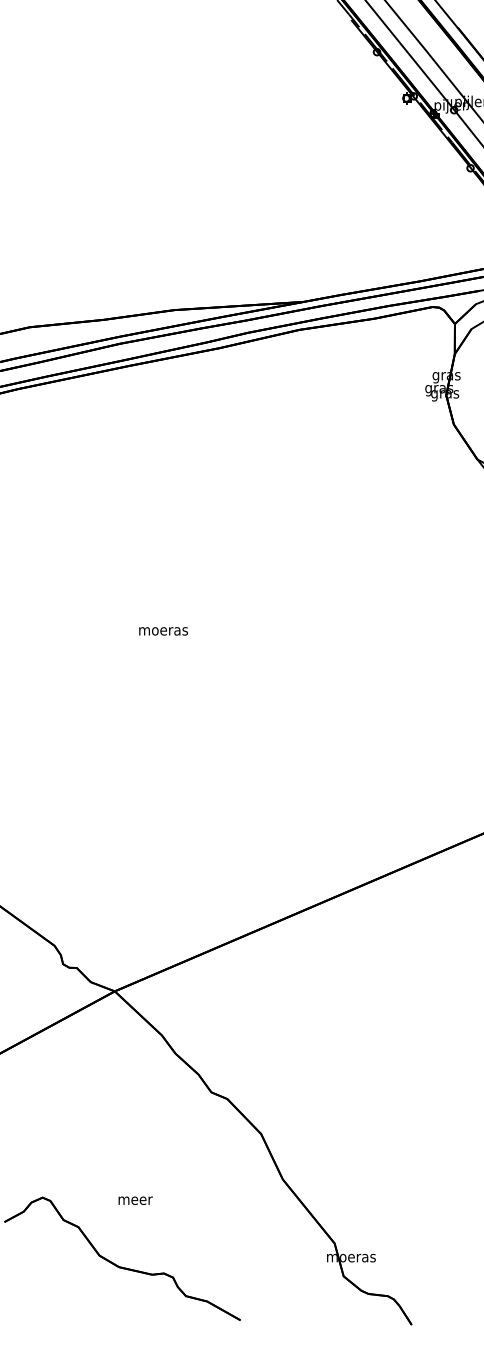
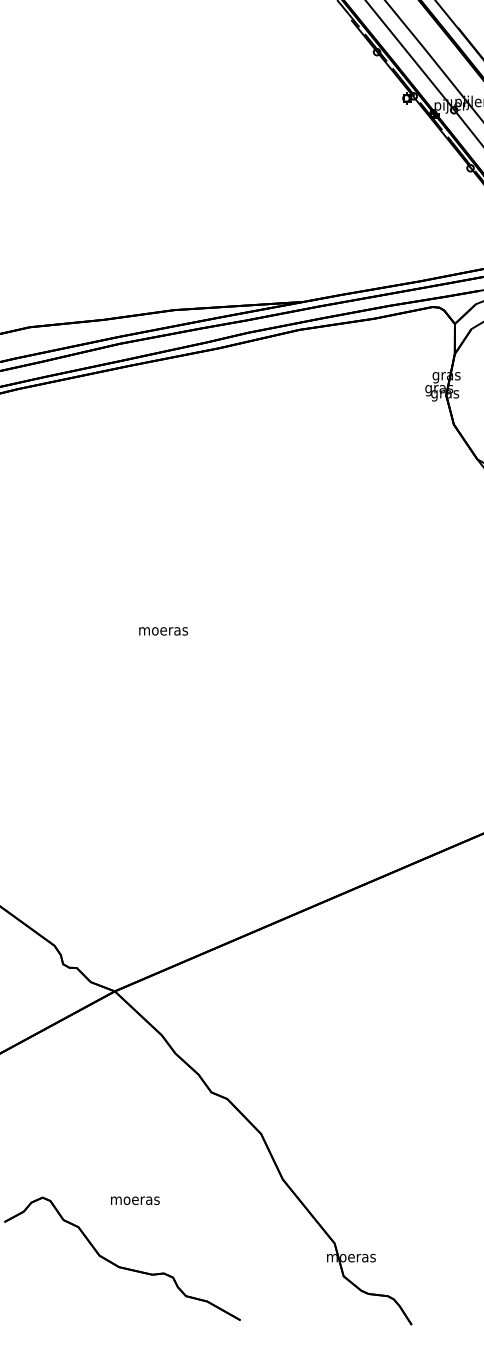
text at (135, 1200): meer -> moeras
